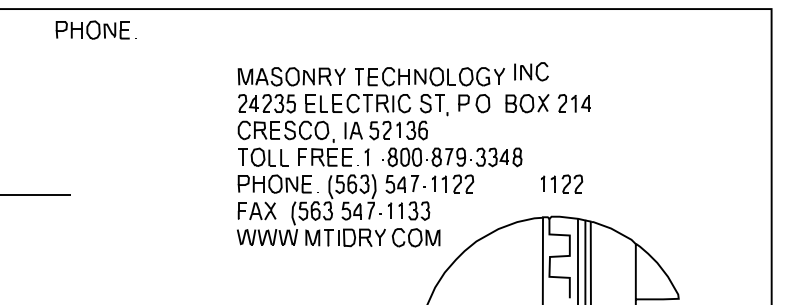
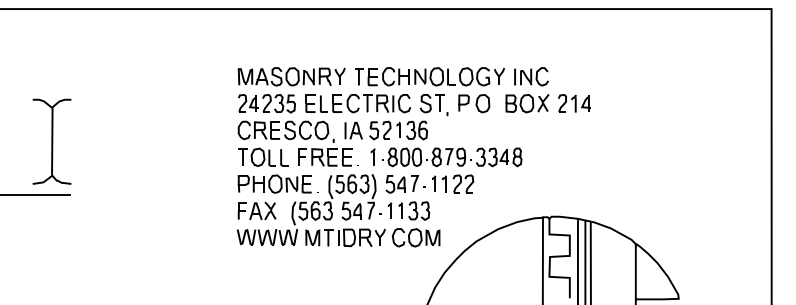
part at (95, 29): present -> none
part at (531, 71) position: (531, 71) -> (531, 76)
part at (51, 141): none -> present
part at (366, 157) position: (366, 157) -> (372, 157)
part at (562, 183): present -> none
